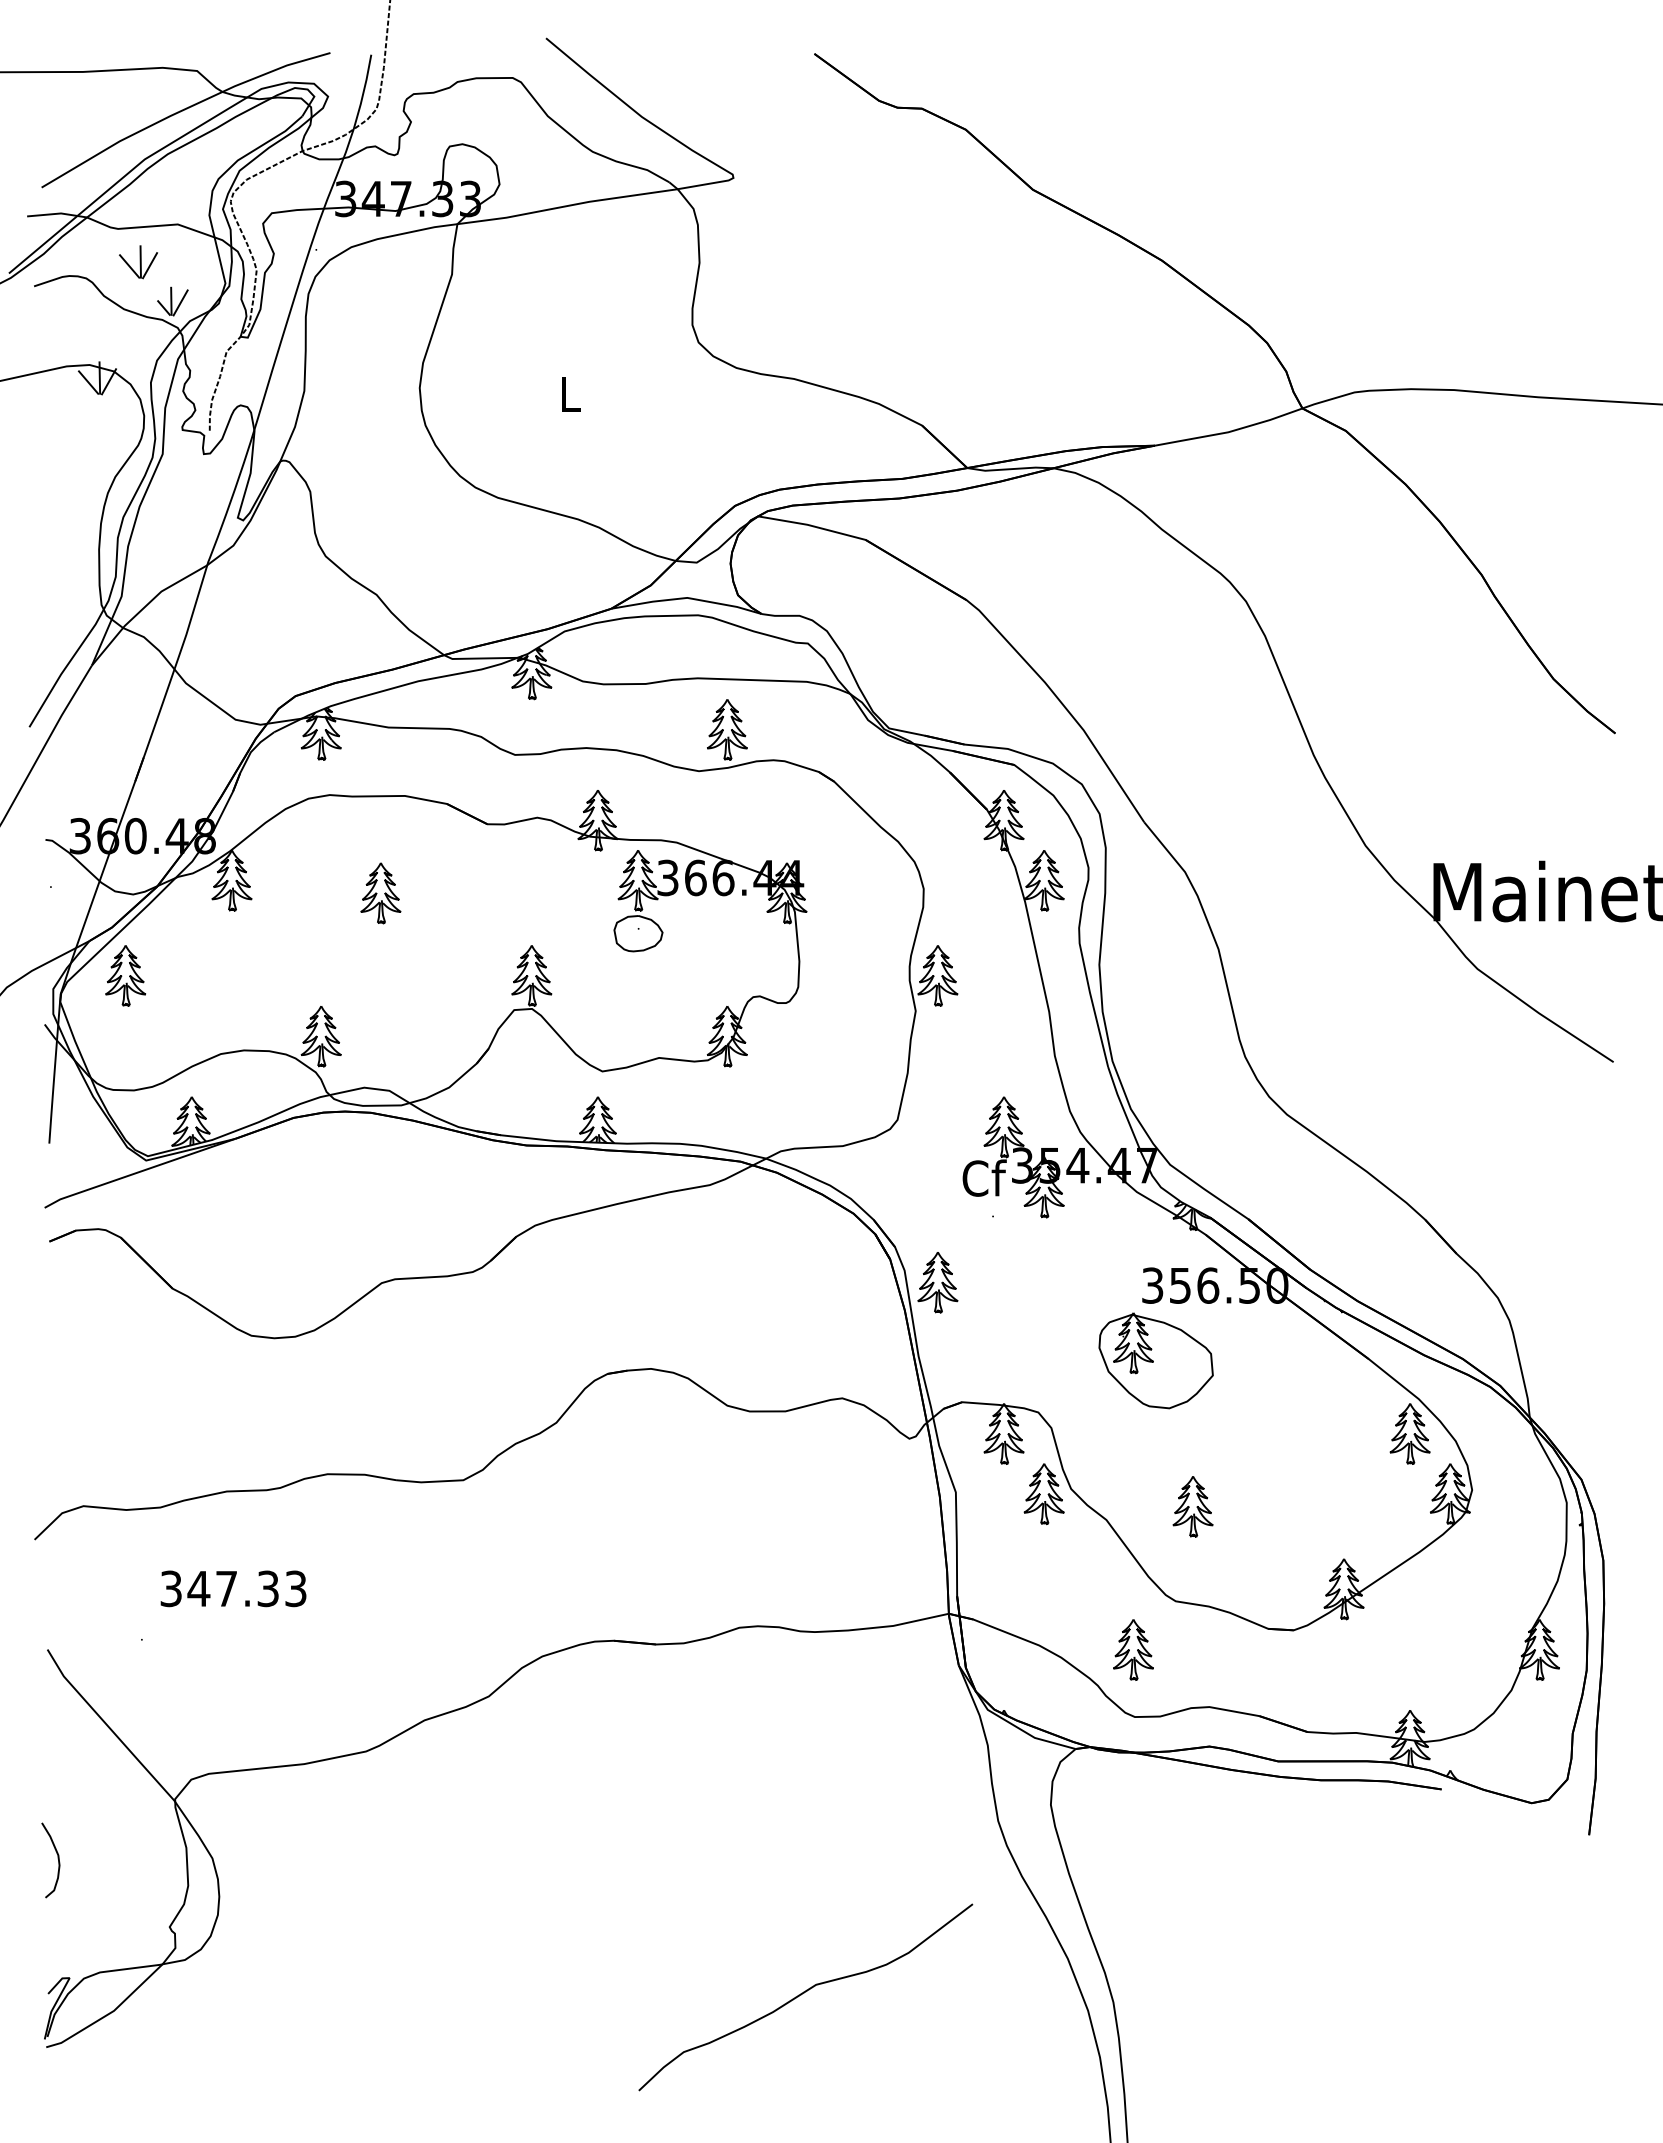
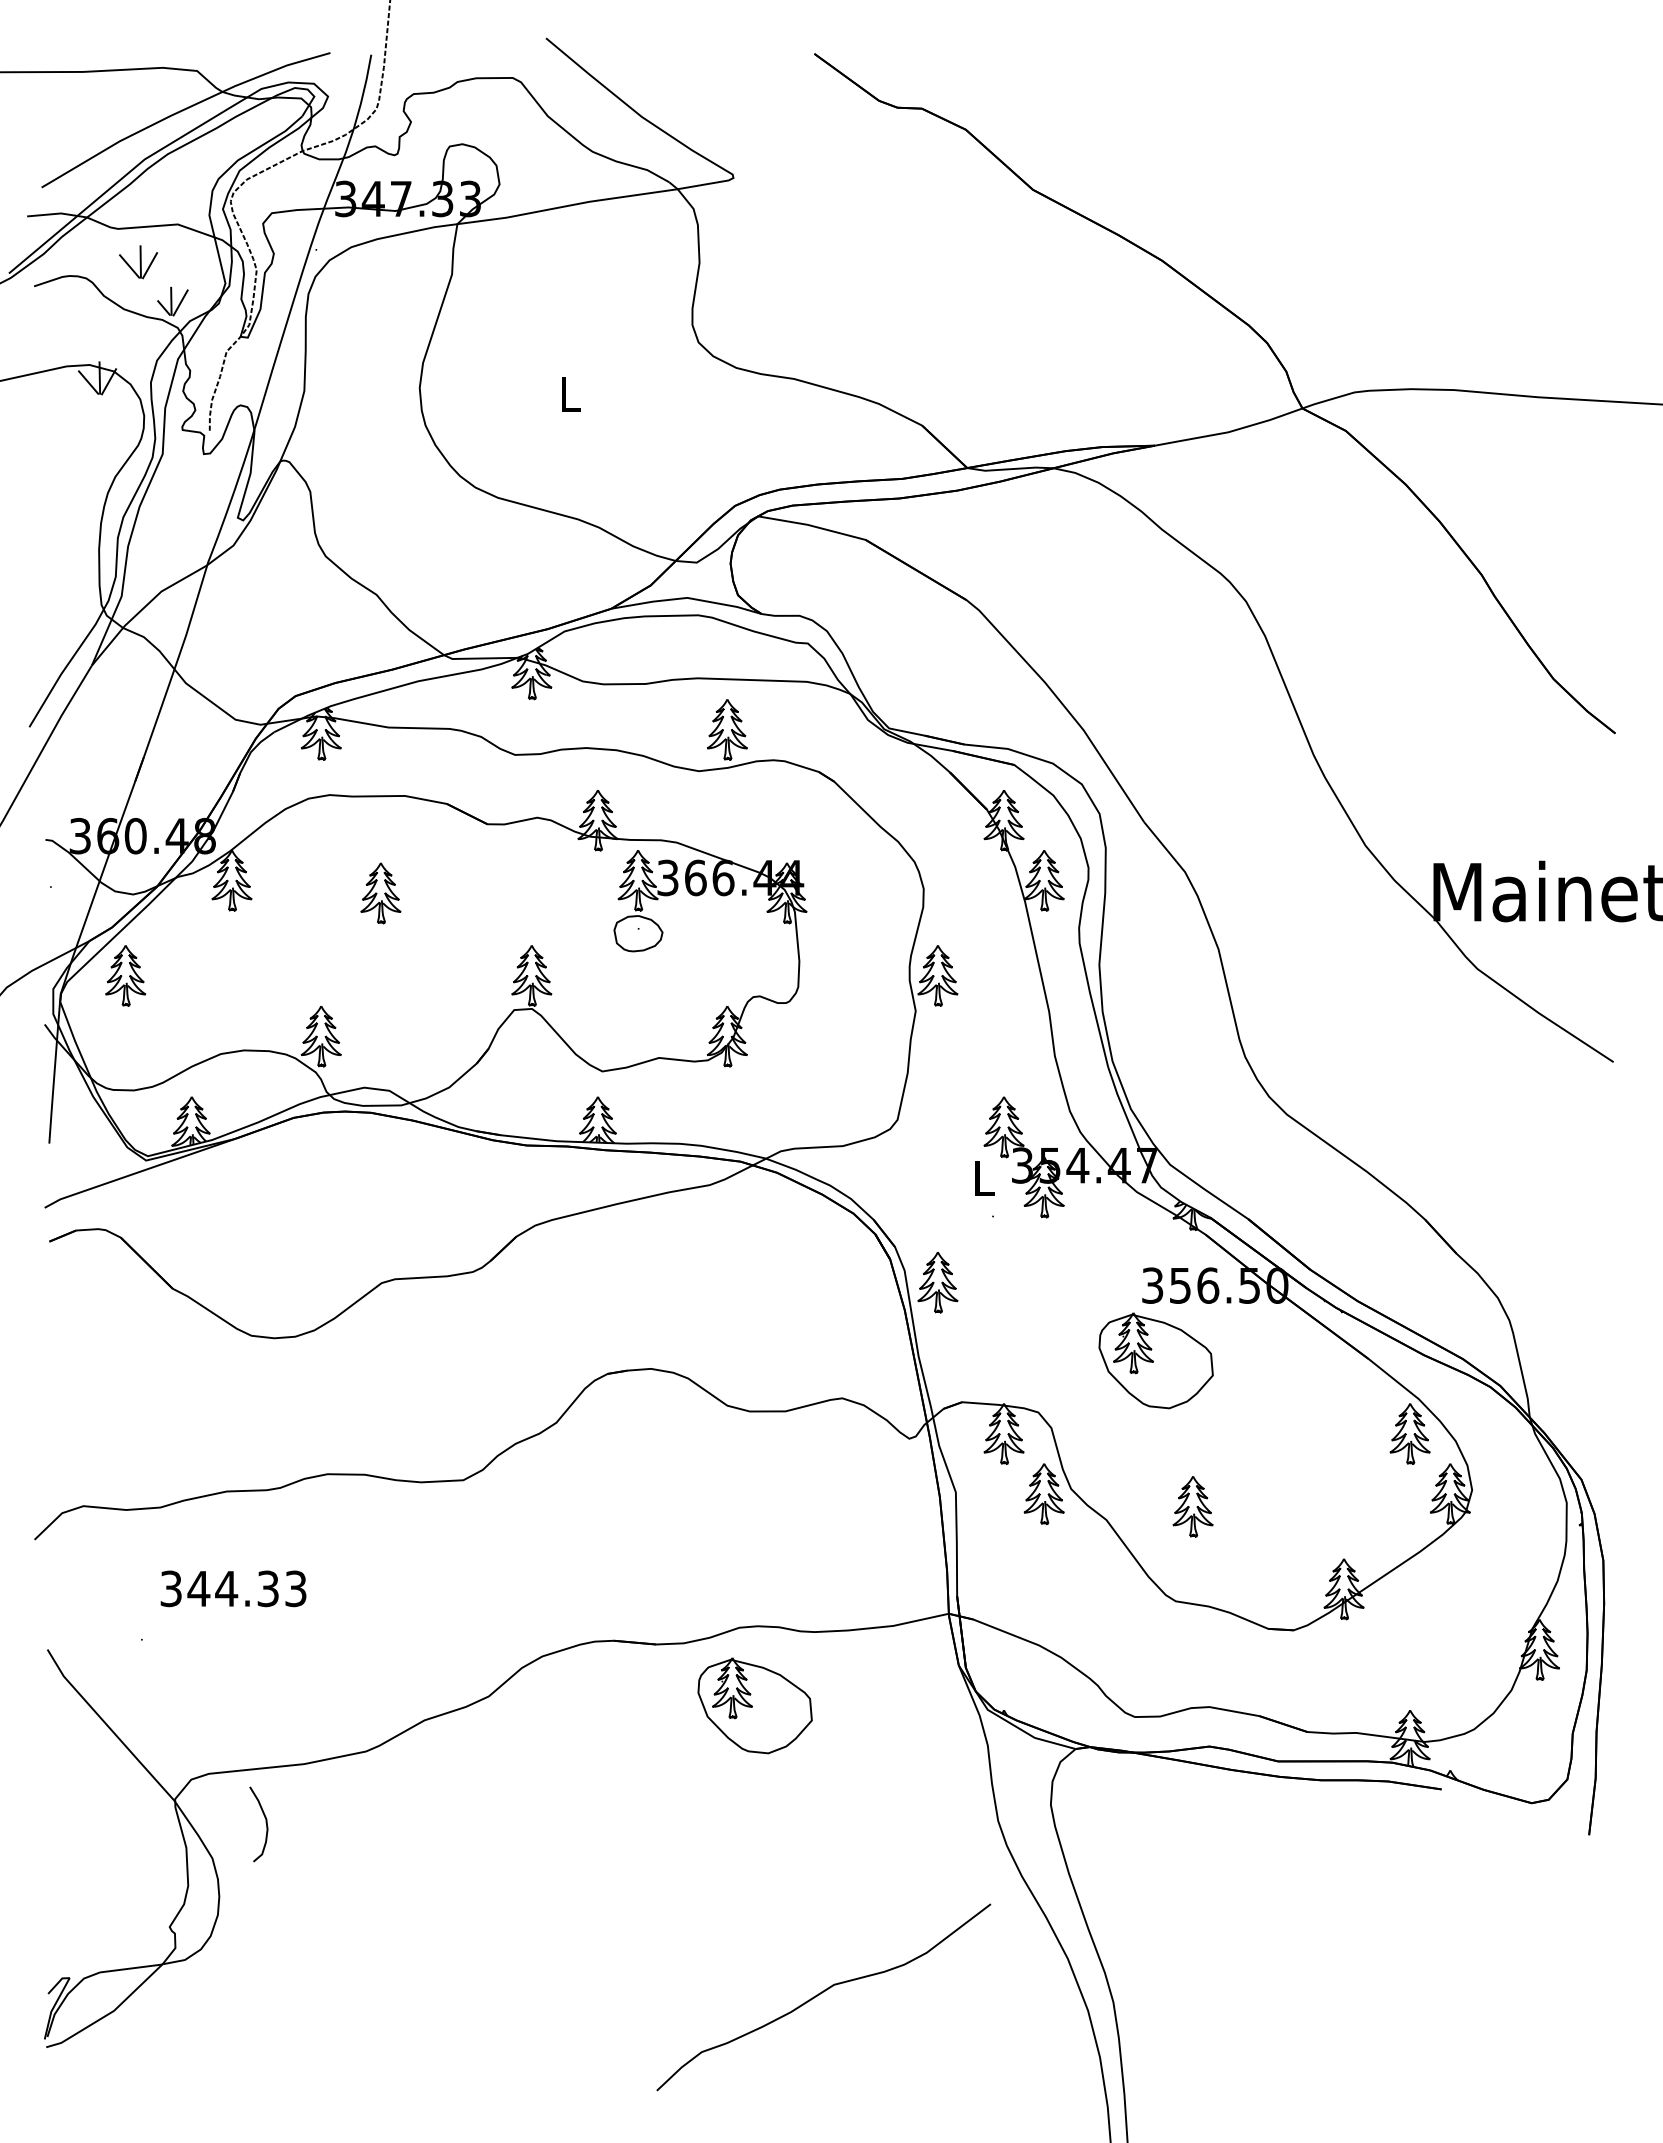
text at (984, 1177): Cf -> L
text at (226, 1588): 347.33 -> 344.33
part at (1133, 1649): present -> none
part at (754, 1705): none -> present
curve at (57, 1858) position: (57, 1858) -> (265, 1822)
curve at (804, 1993) position: (804, 1993) -> (822, 1993)
